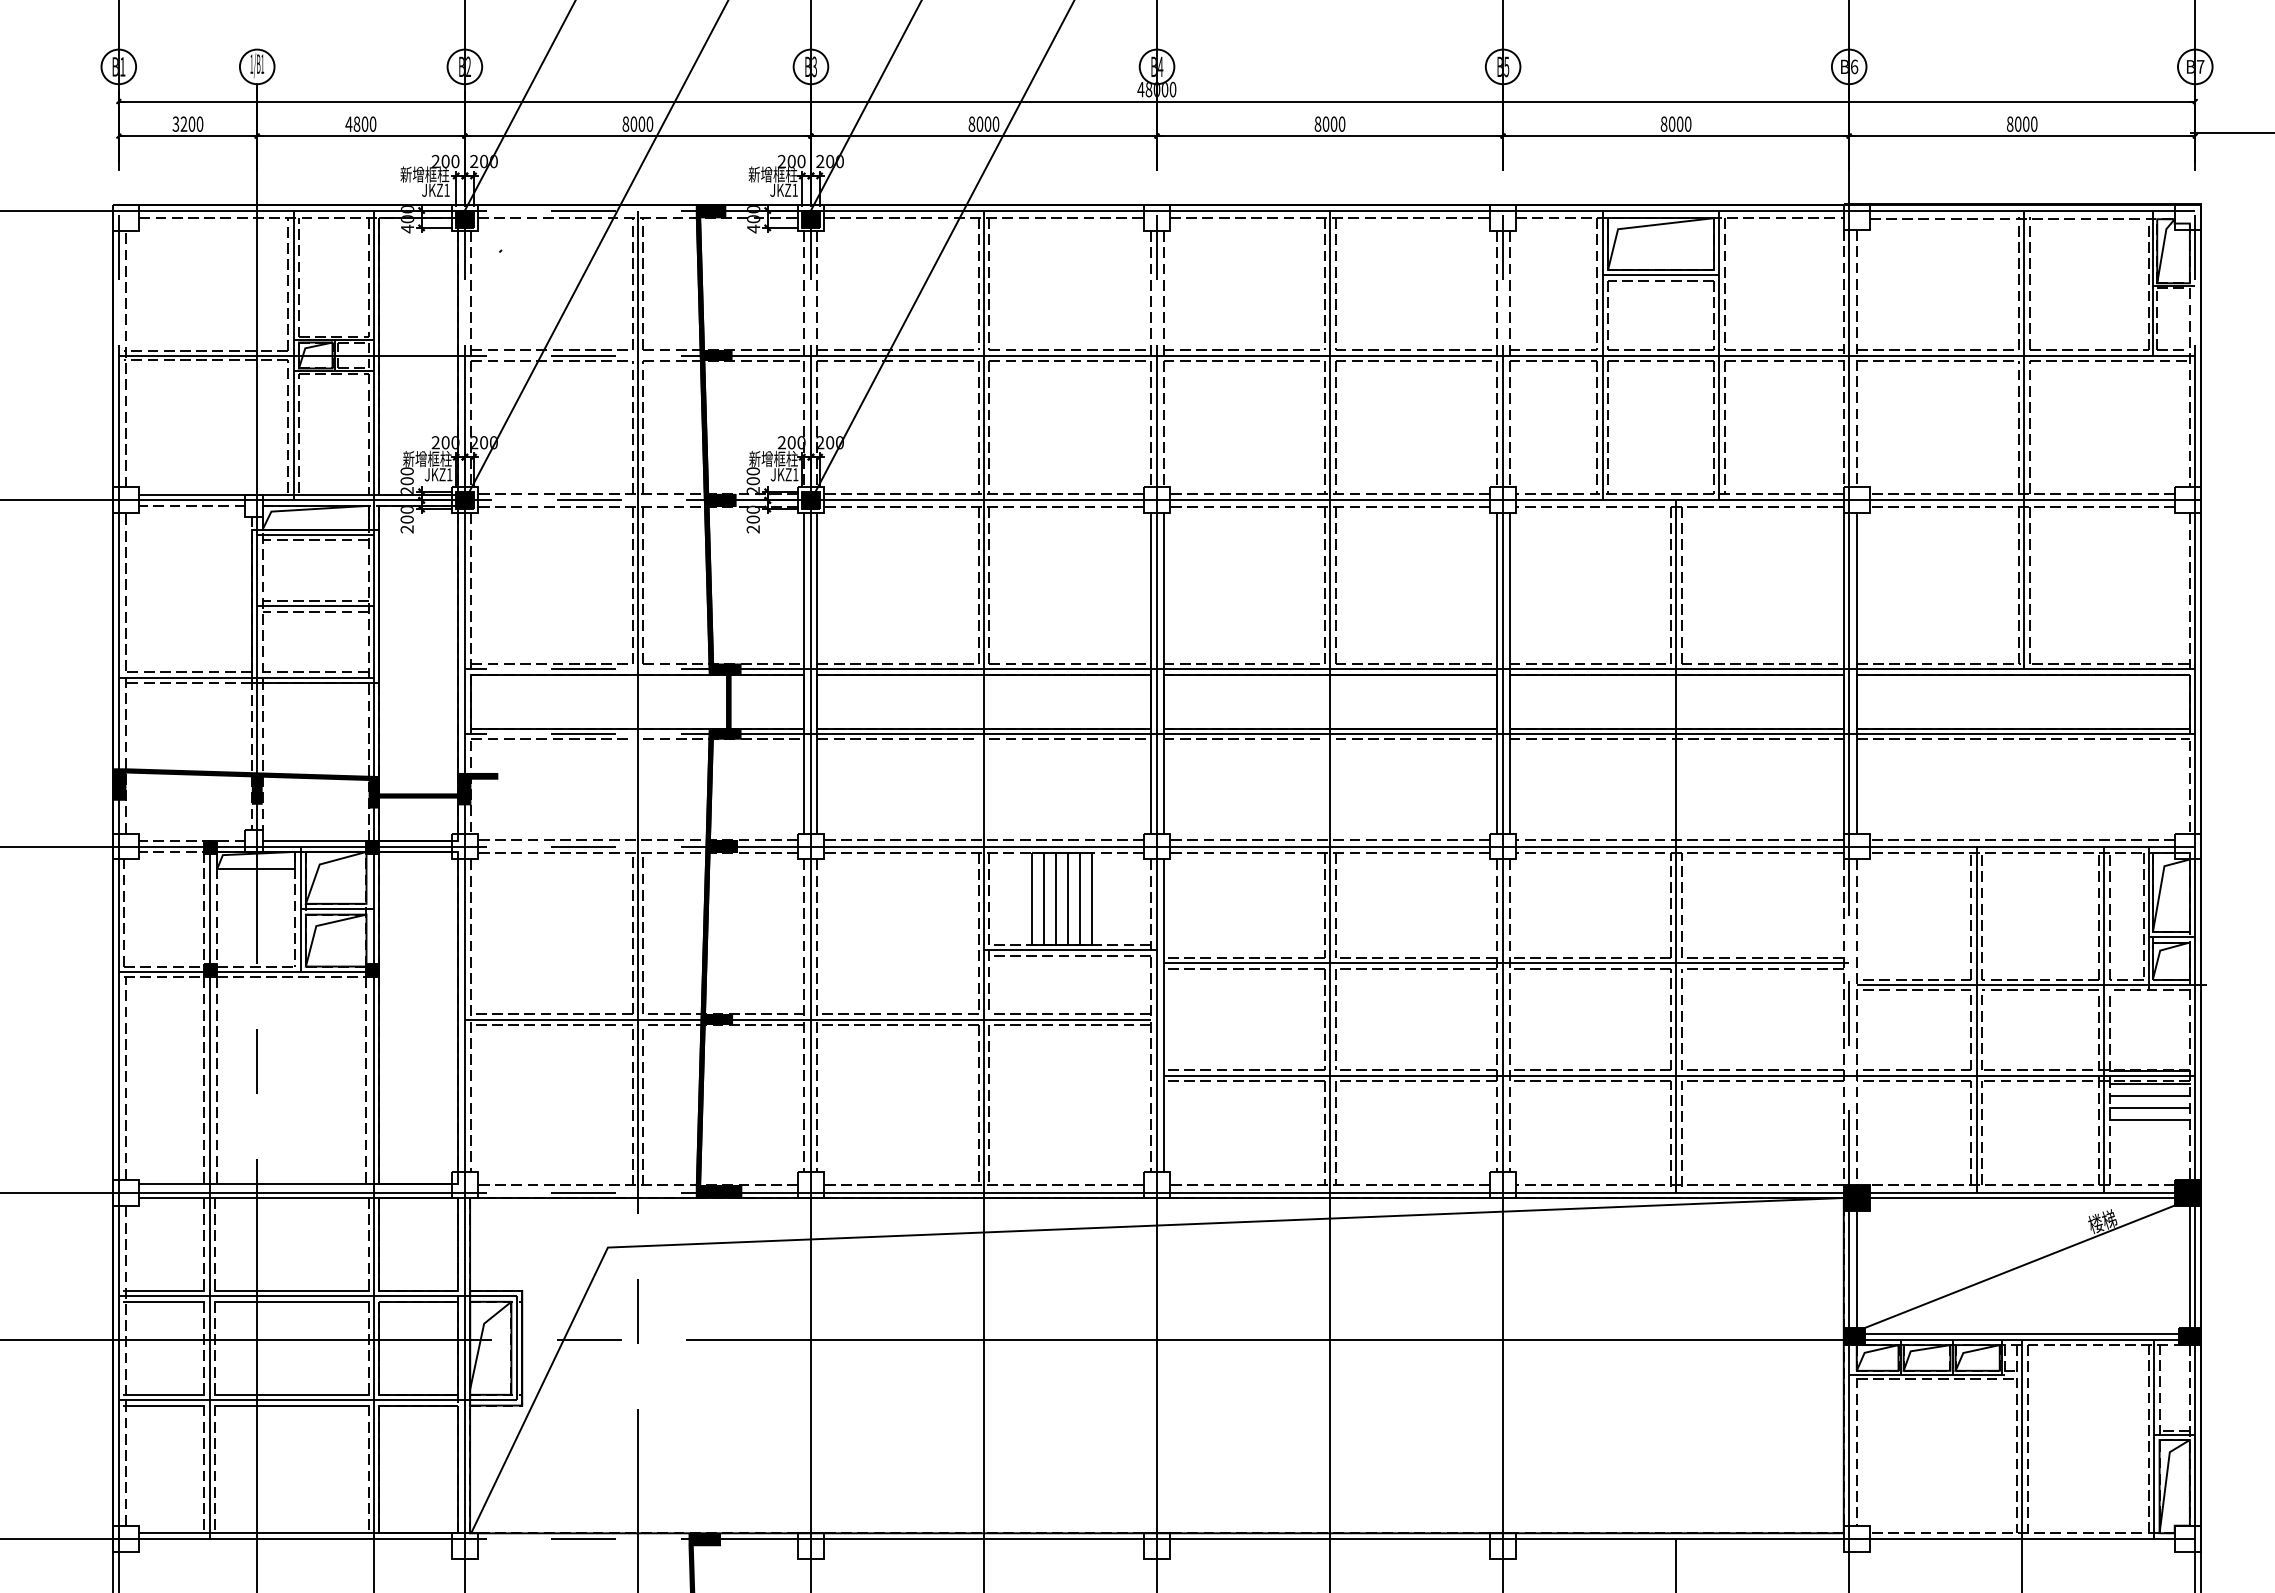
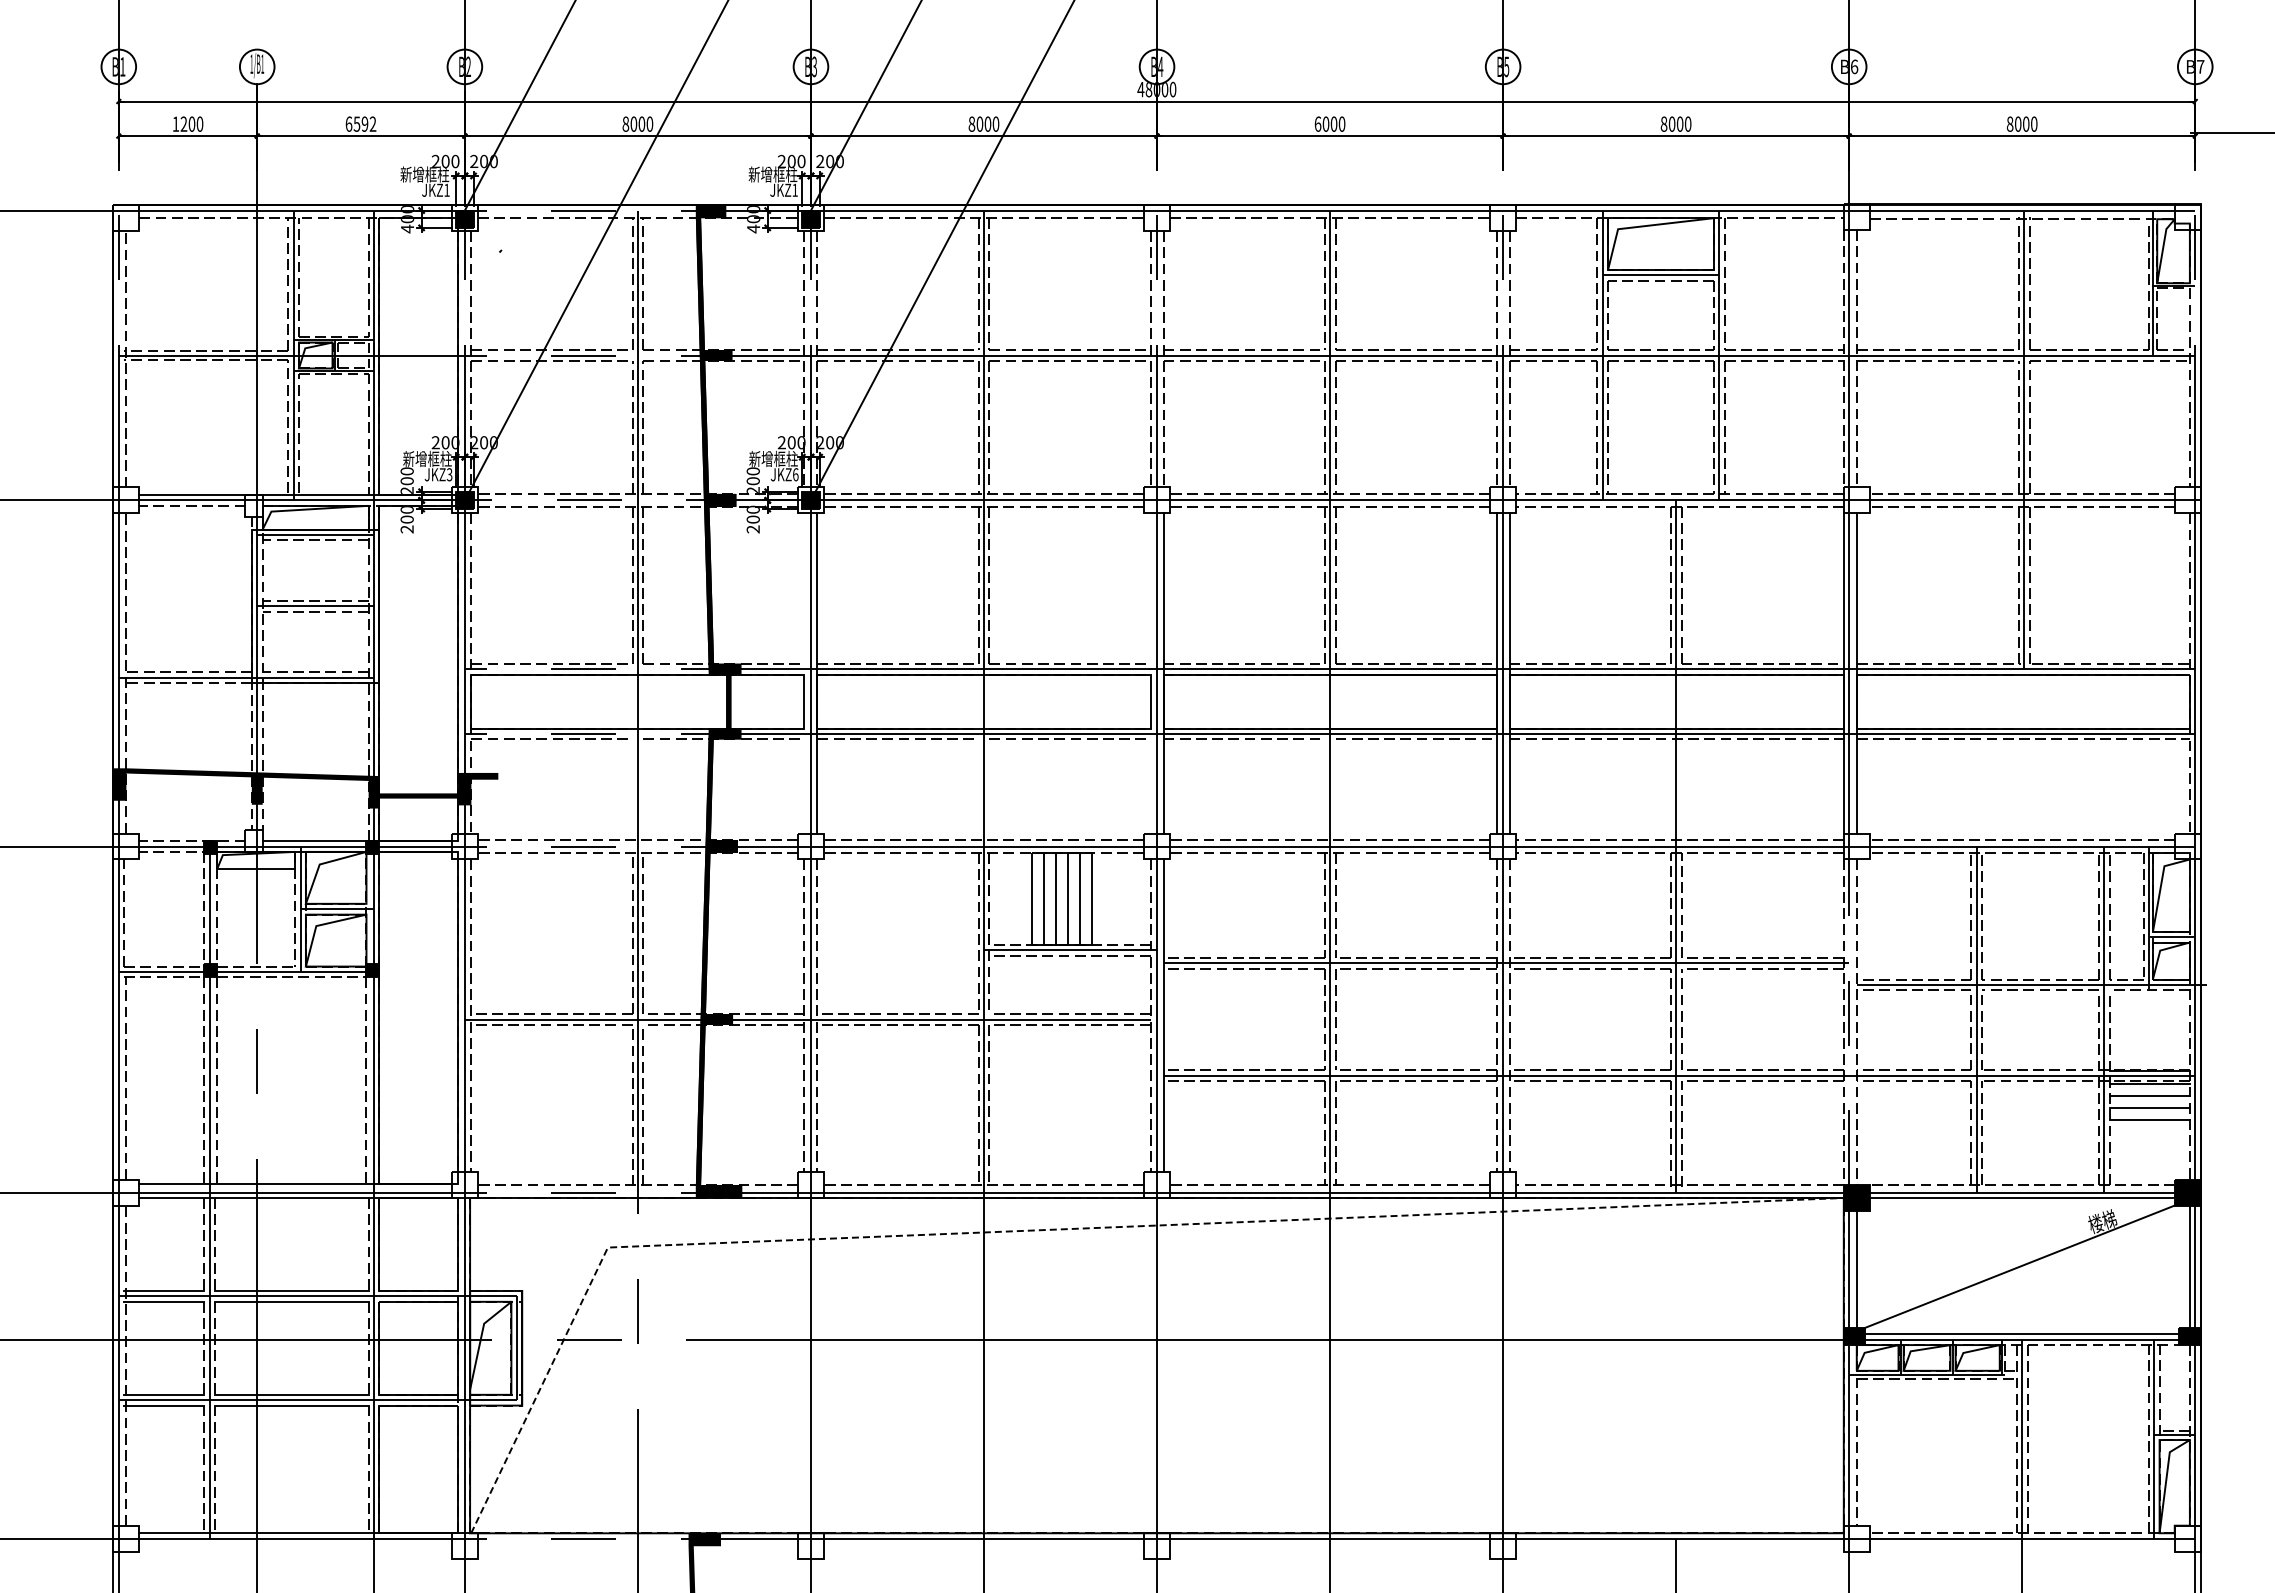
text at (175, 123): 3200 -> 1200
text at (360, 123): 4800 -> 6592
text at (1317, 123): 8000 -> 6000
text at (449, 474): JKZ1 -> JKZ3
text at (795, 474): JKZ1 -> JKZ6
line at (804, 673): present -> none
line at (1150, 673): present -> none
line at (1067, 1229): solid -> dashed
